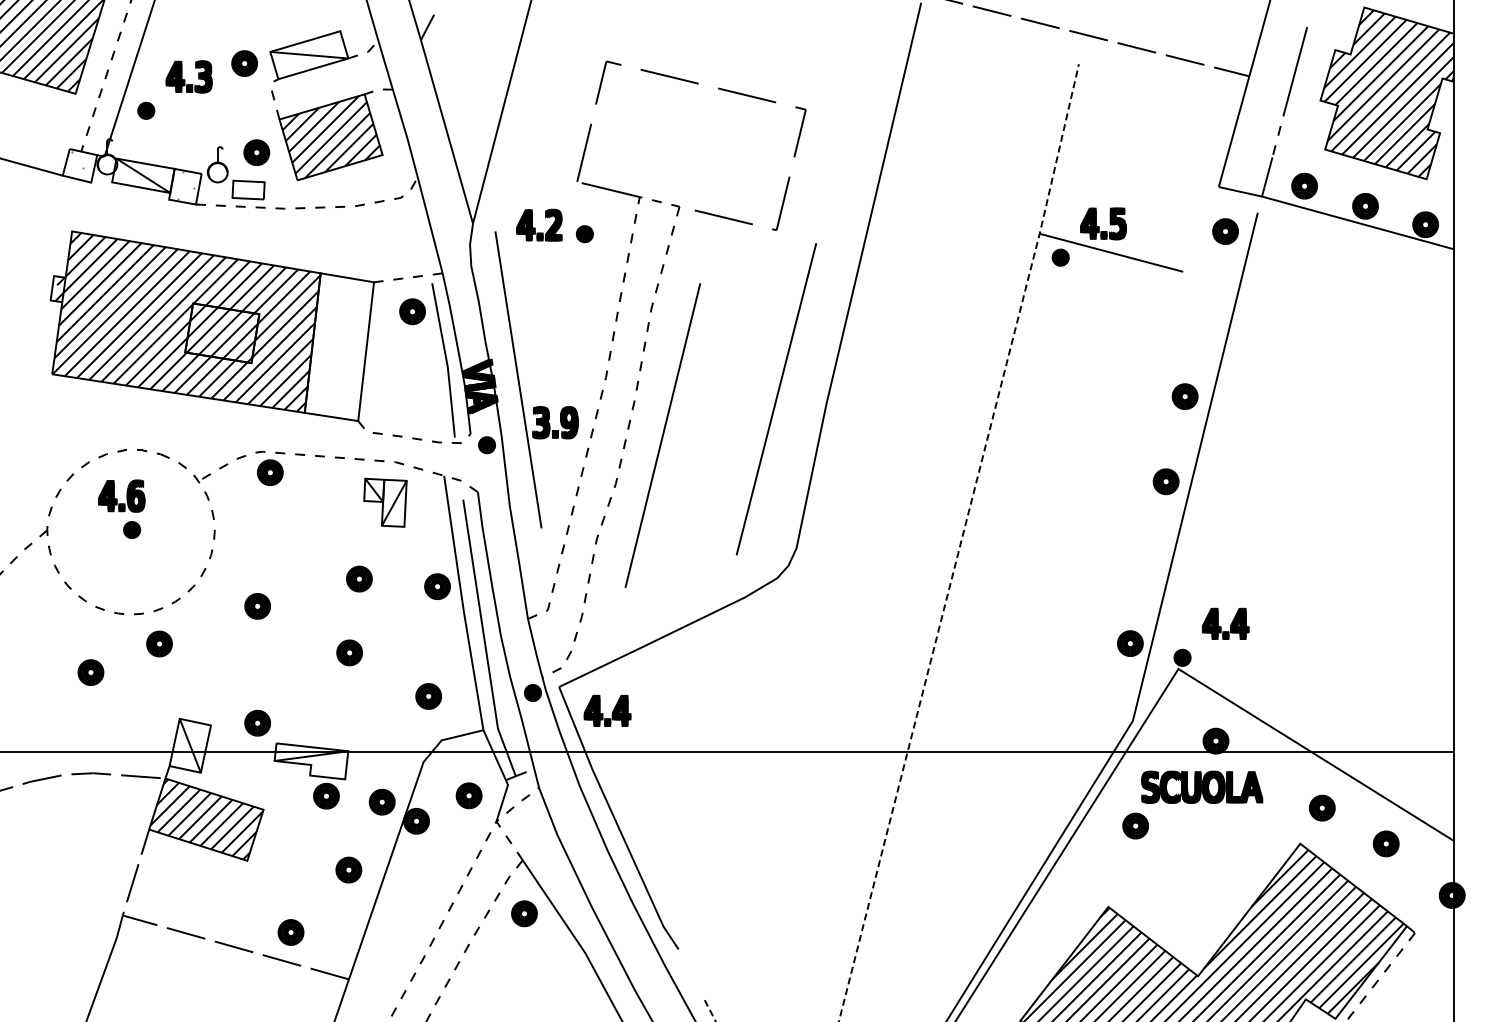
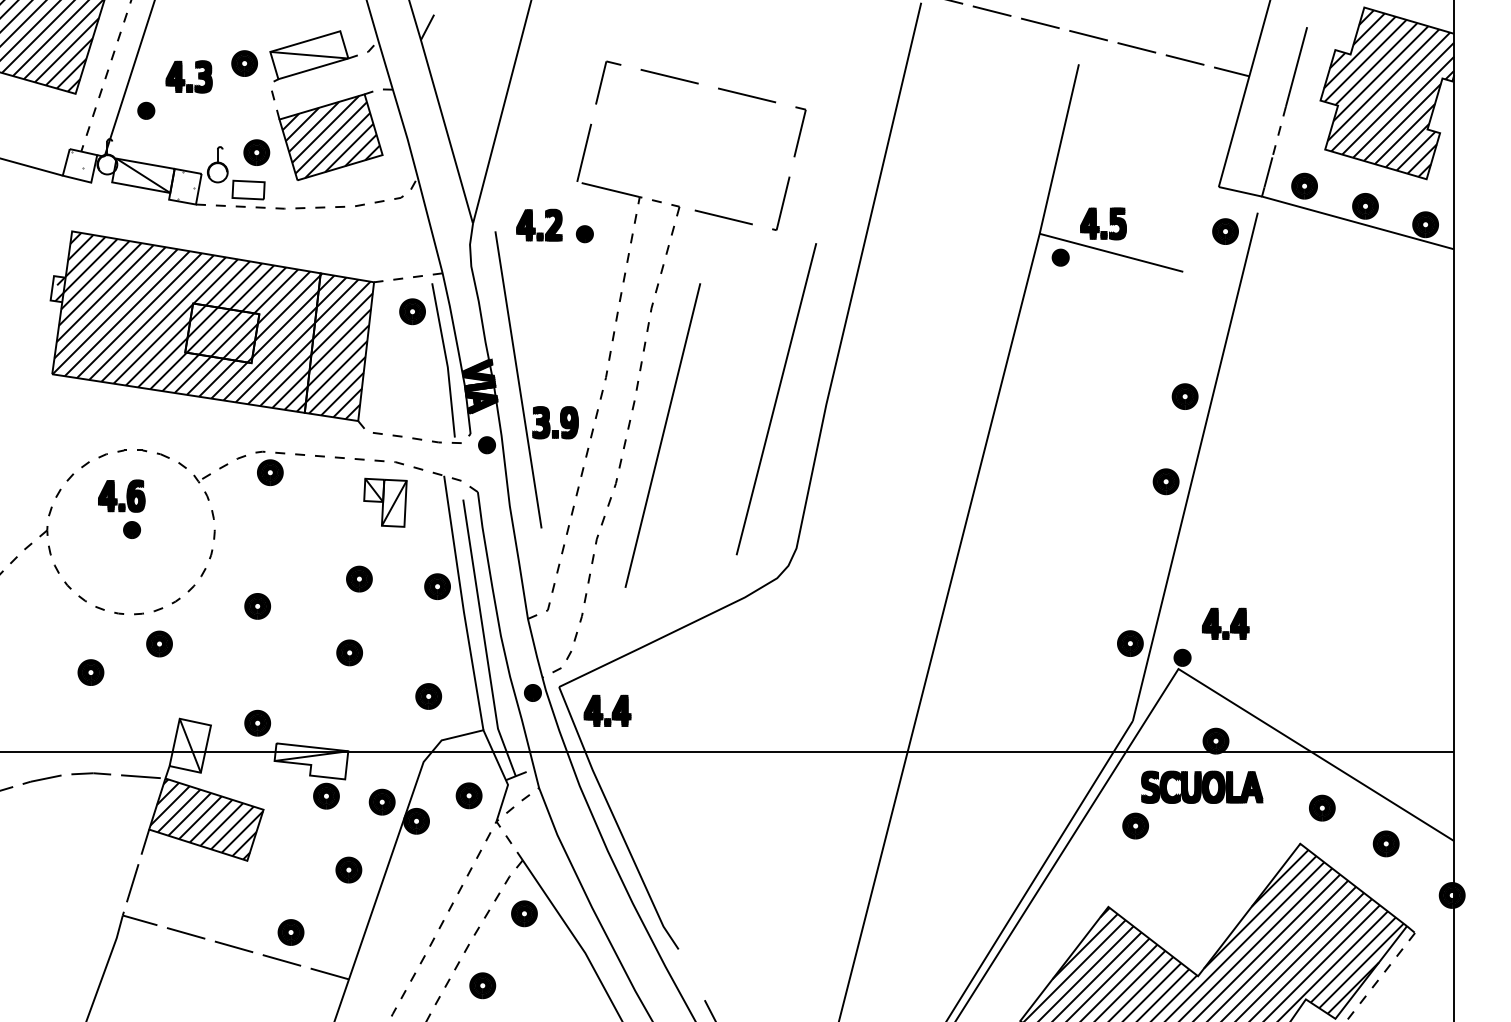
hatch at (338, 347): none -> present
line at (957, 554): dashed -> solid
part at (482, 985): none -> present
